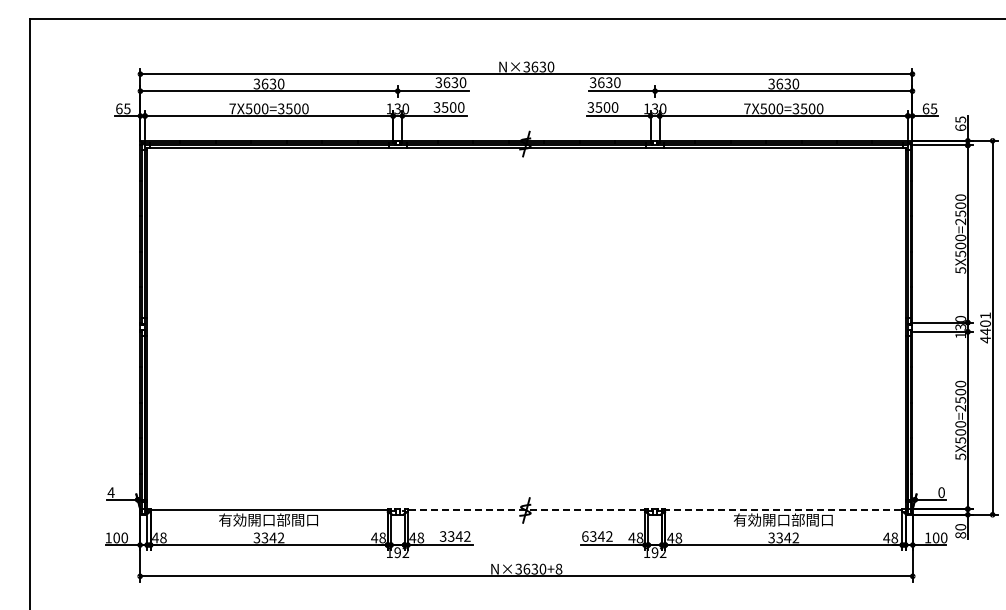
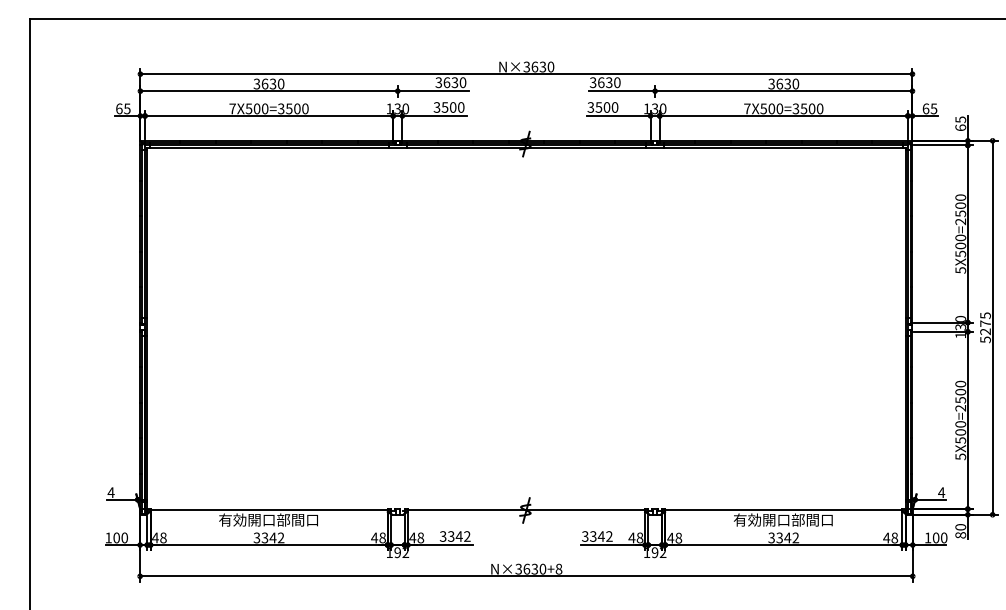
text at (985, 327): 4401 -> 5275
text at (941, 492): 0 -> 4
line at (526, 510): dashed -> solid
line at (783, 510): dashed -> solid
text at (585, 536): 6342 -> 3342
